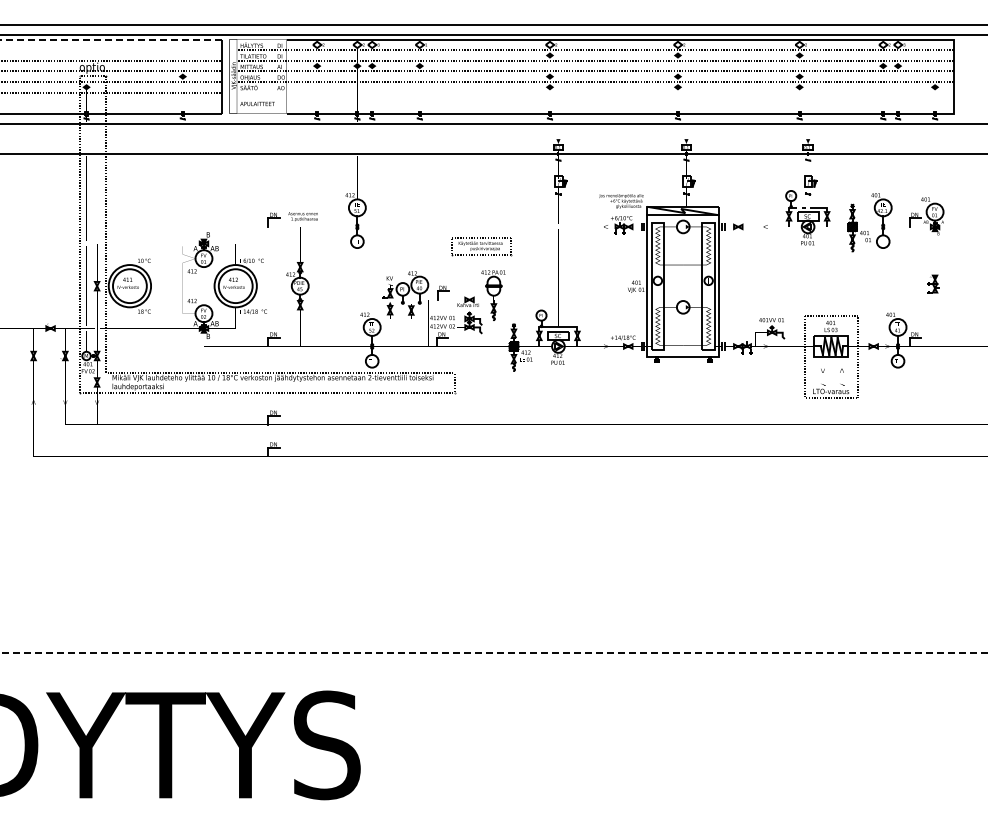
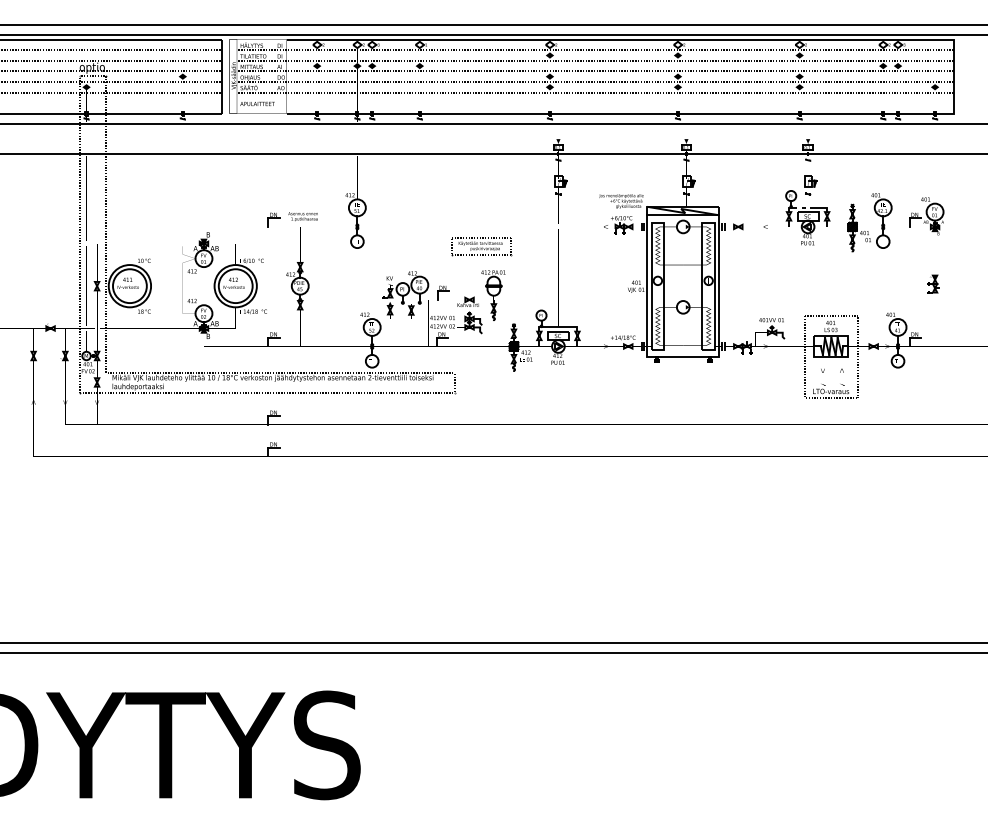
line at (110, 39): dashed -> solid
line at (111, 50): none -> present
line at (595, 92): none -> present
line at (493, 642): none -> present
line at (494, 653): dashed -> solid
